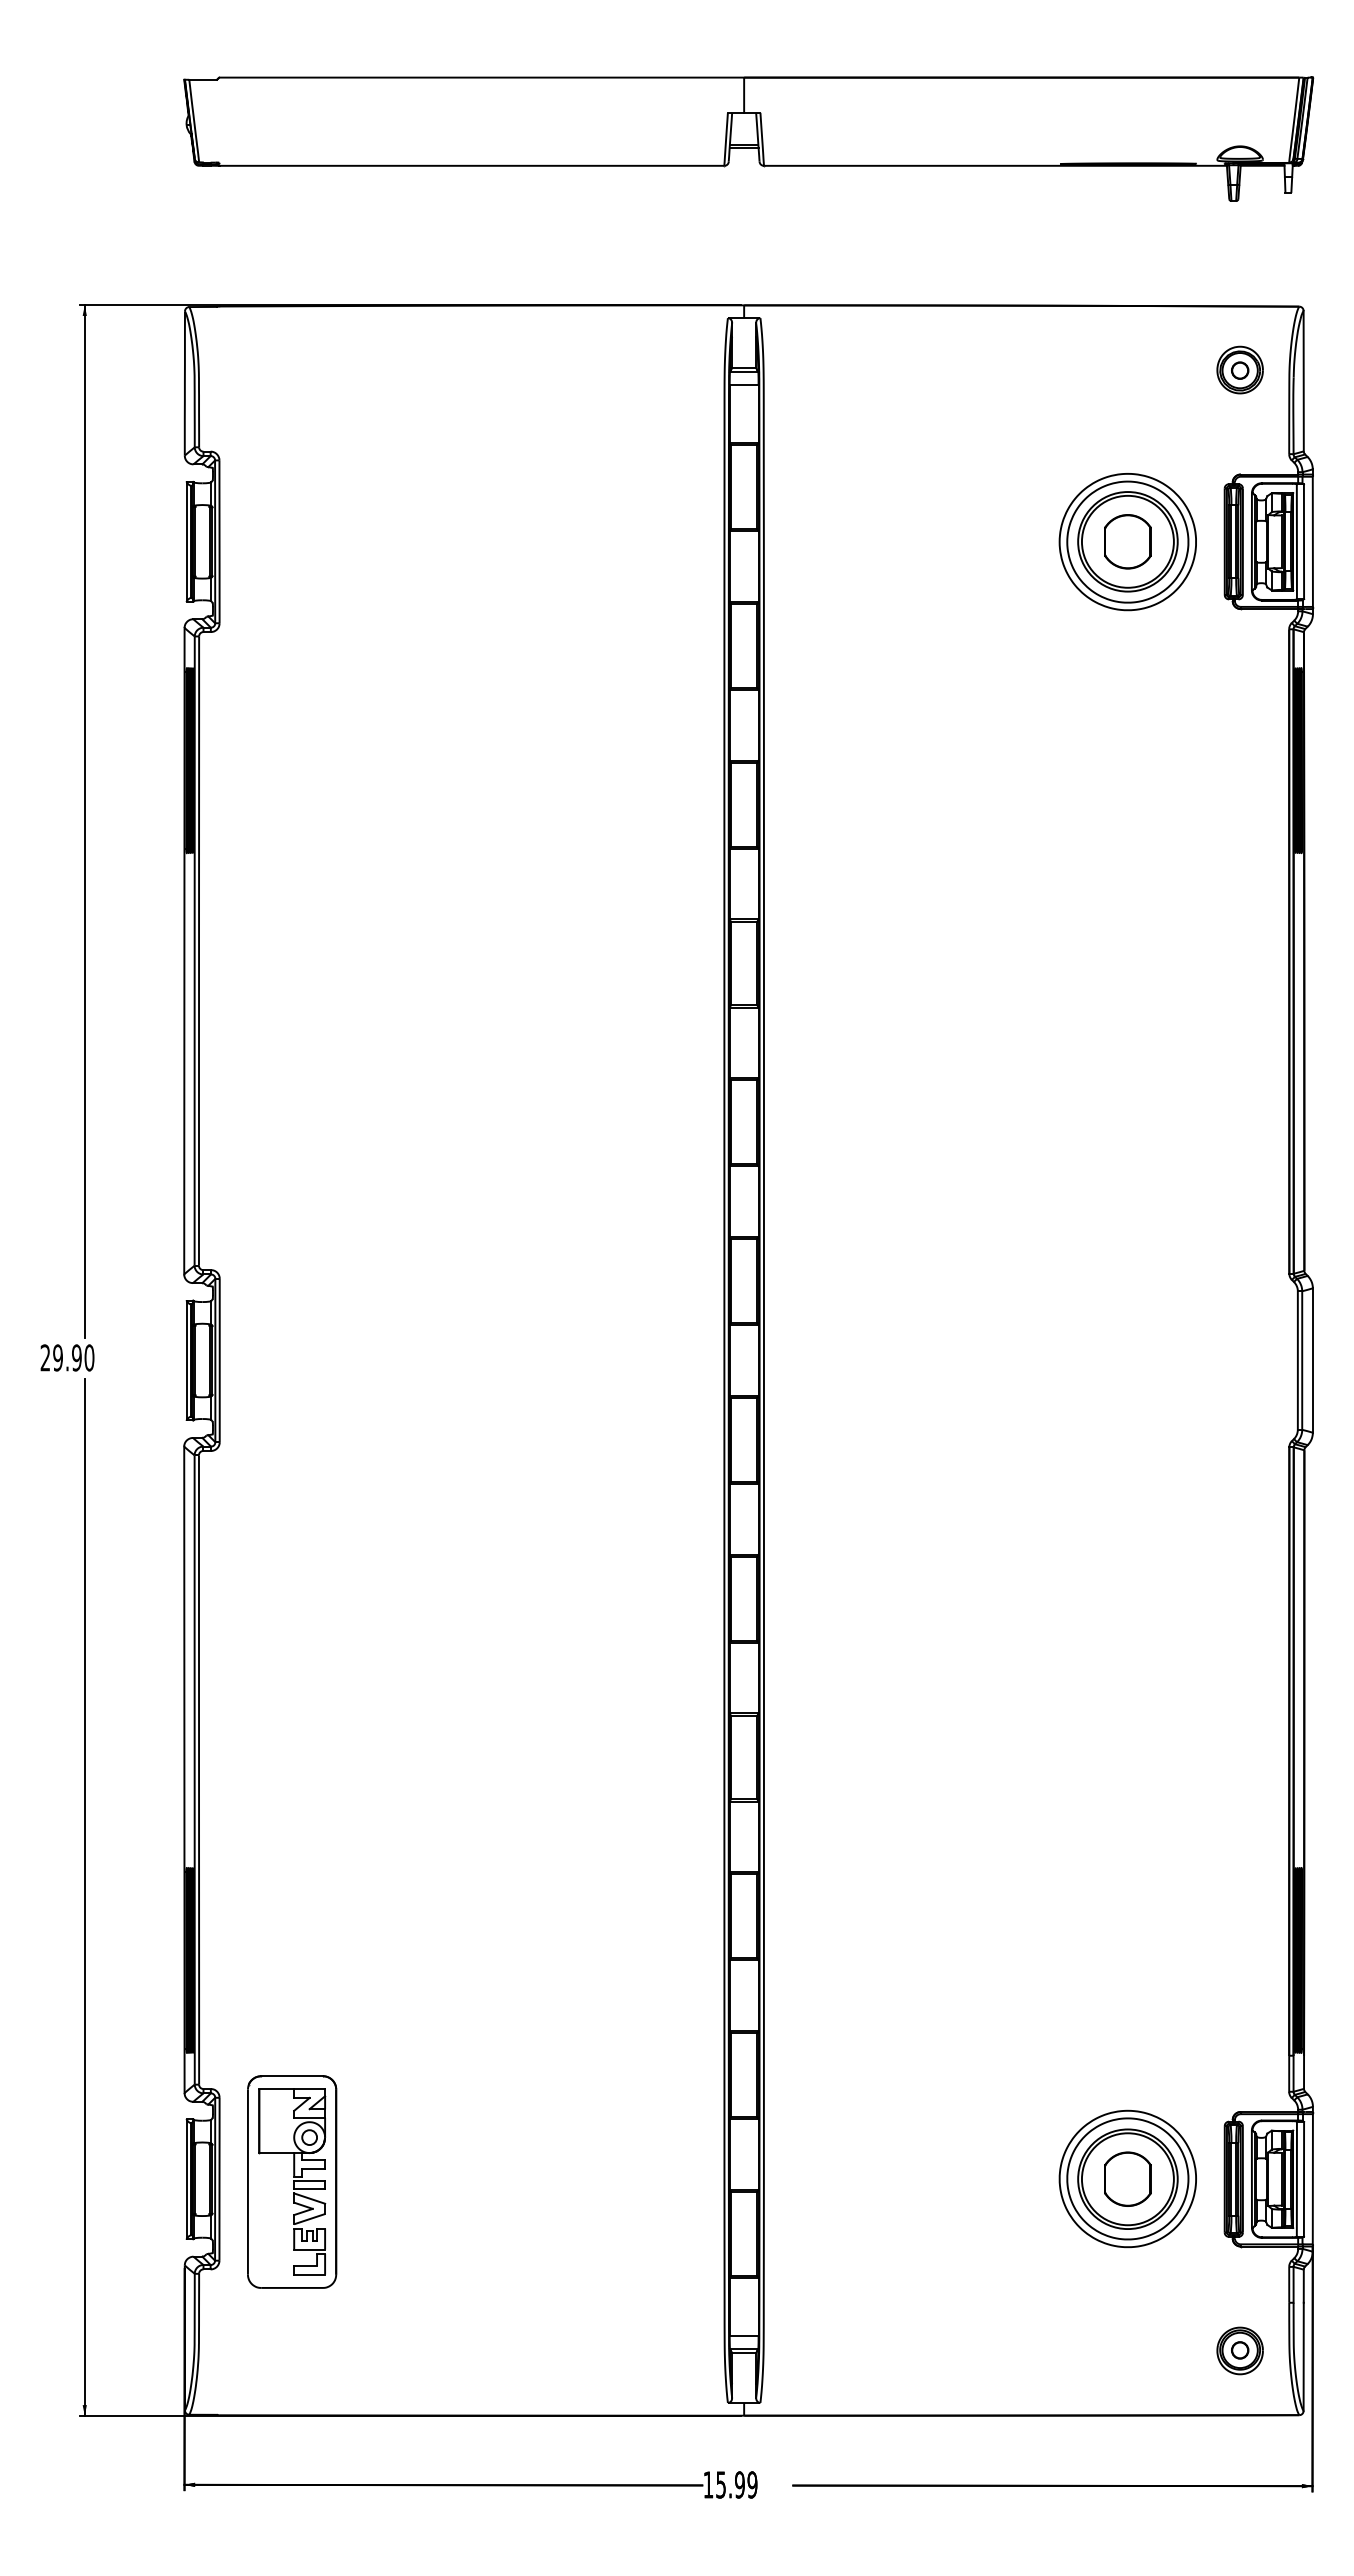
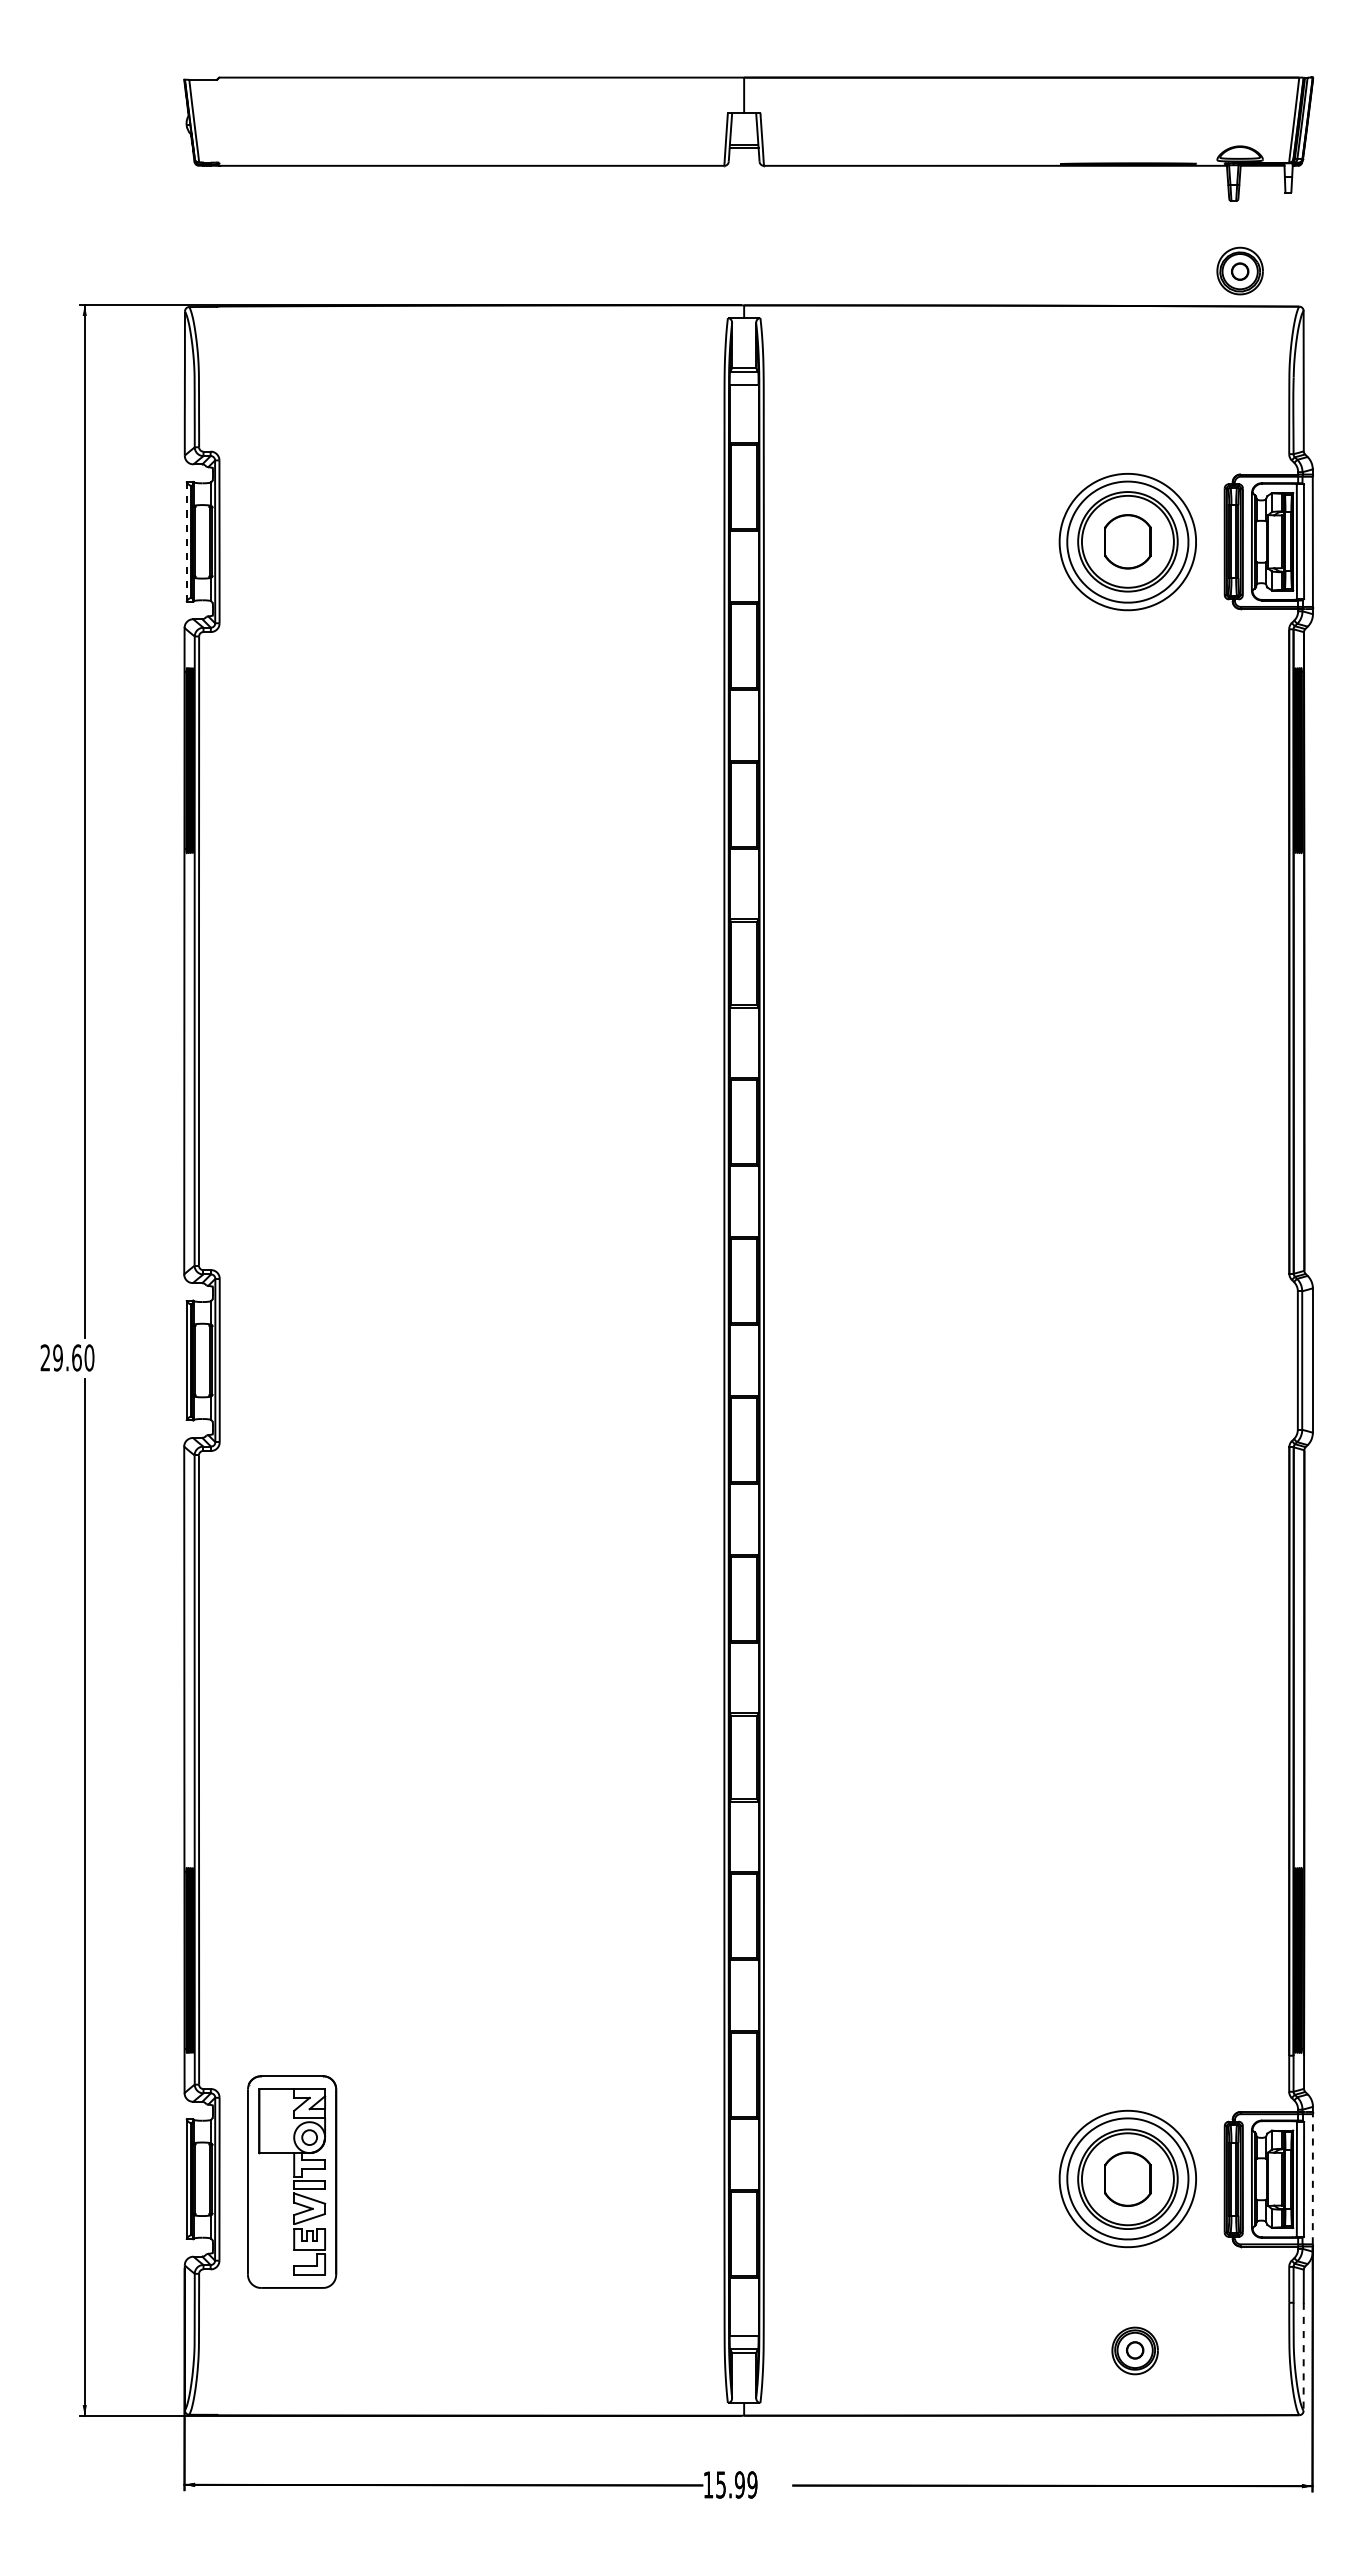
part at (1239, 369) position: (1239, 369) -> (1239, 270)
line at (186, 541): solid -> dashed
text at (76, 1357): 29.90 -> 29.60
line at (1312, 2178): solid -> dashed
part at (1239, 2350) position: (1239, 2350) -> (1134, 2350)
line at (1303, 2357): solid -> dashed
